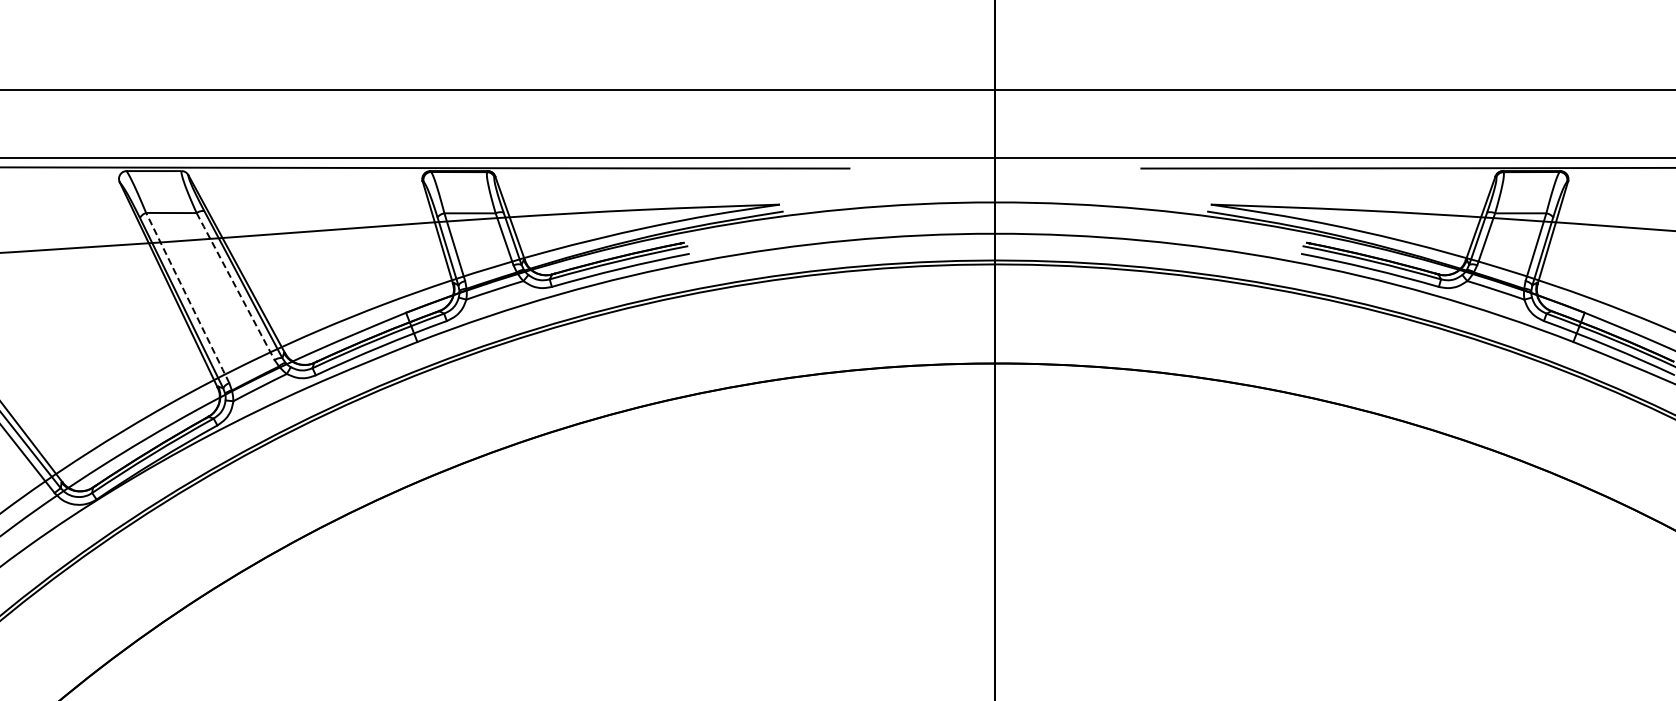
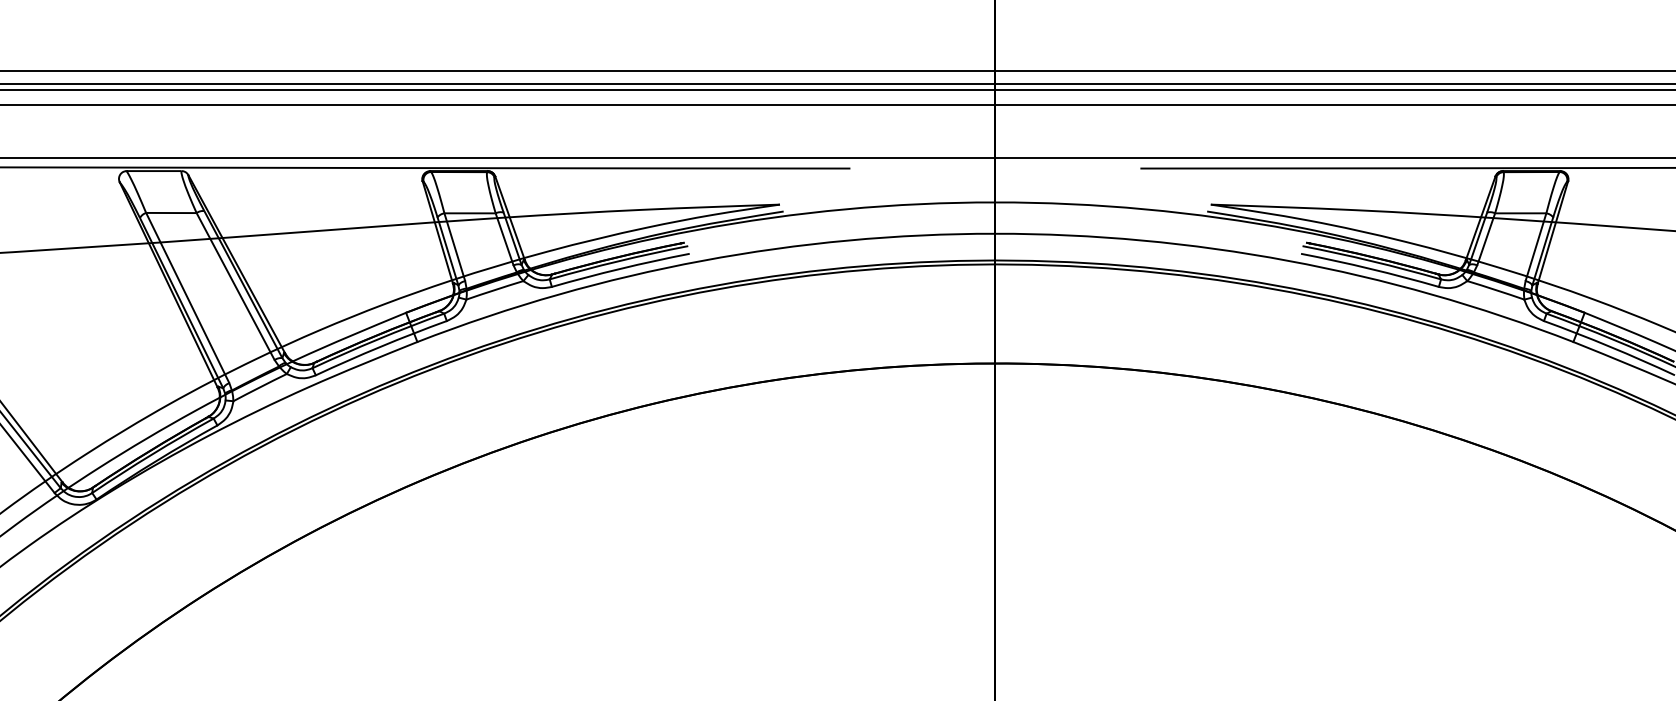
line at (837, 71): none -> present
line at (837, 83): none -> present
line at (837, 105): none -> present
line at (234, 285): dashed -> solid
line at (188, 298): dashed -> solid
